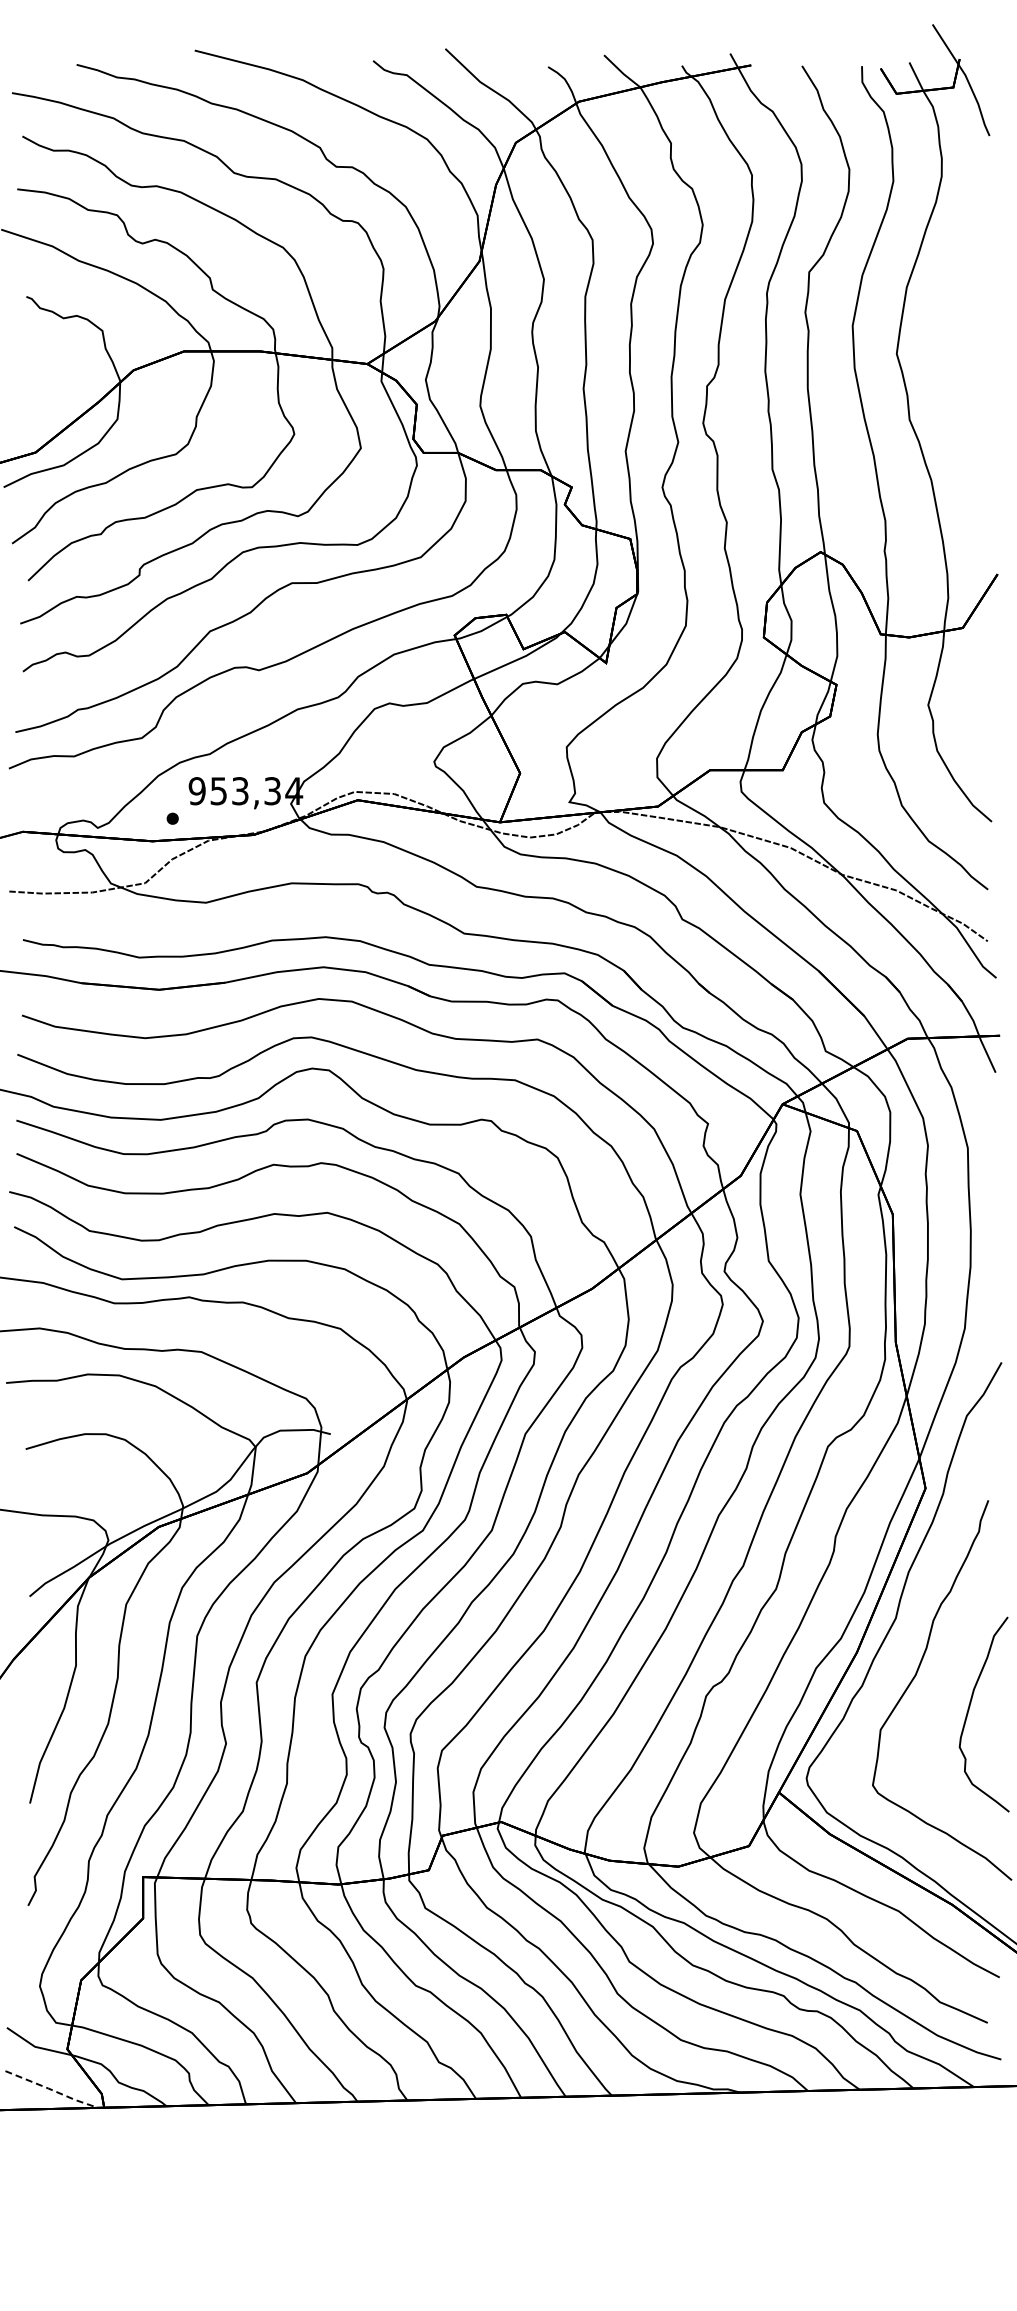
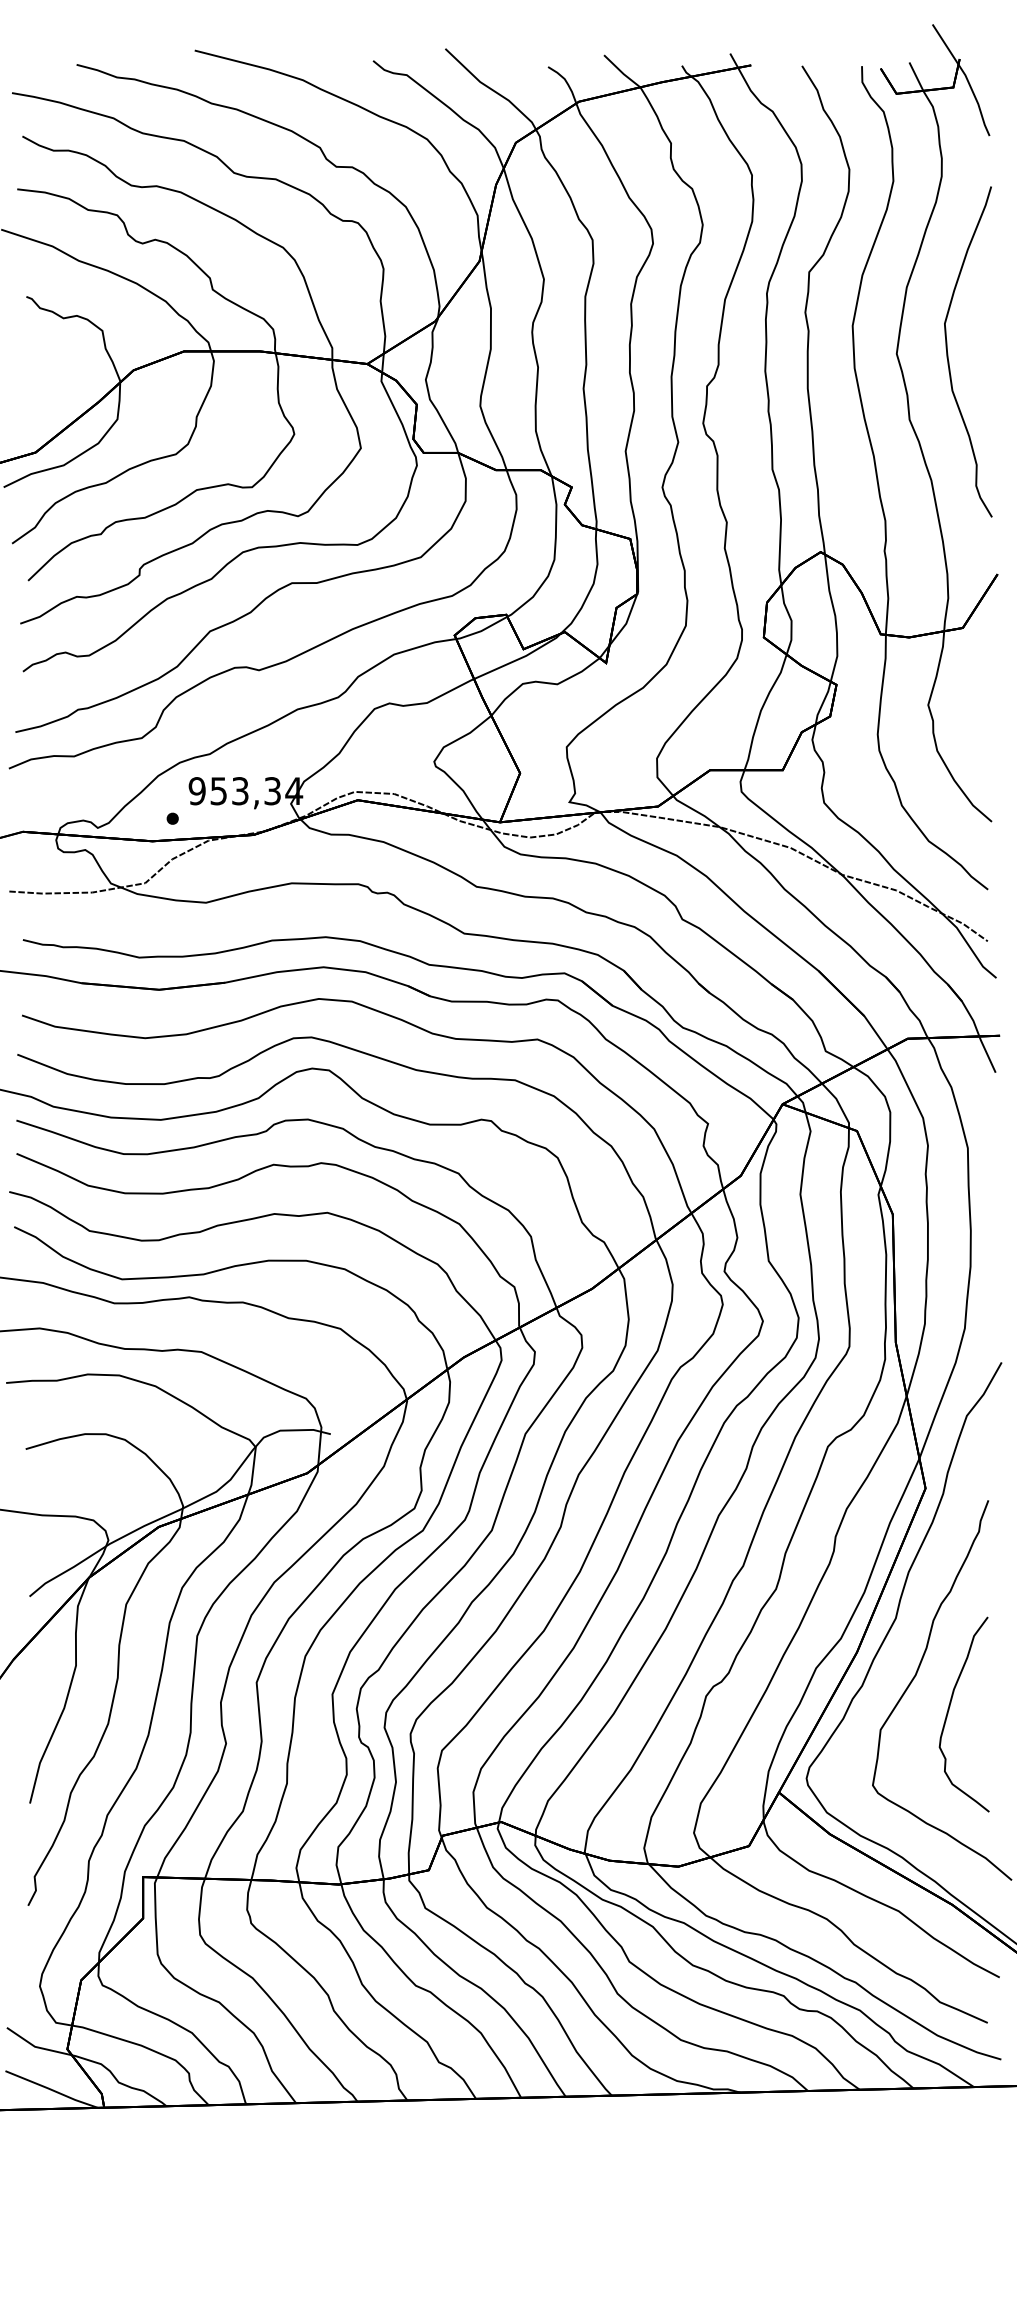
curve at (948, 353): none -> present
curve at (969, 1710) position: (969, 1710) -> (949, 1710)
line at (51, 2089): dashed -> solid
